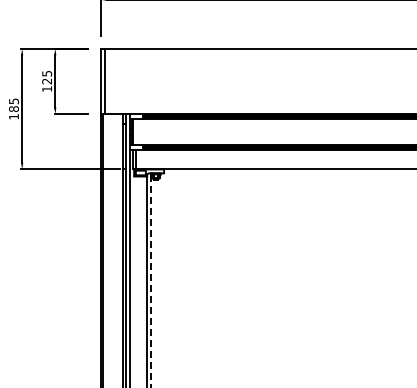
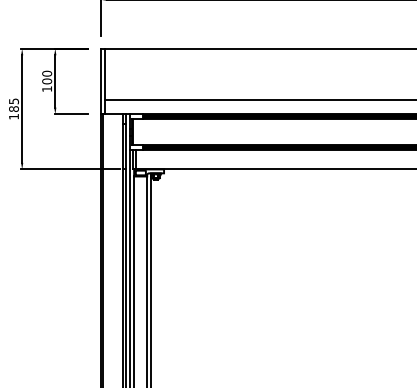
text at (47, 77): 125 -> 100
line at (258, 100): none -> present
line at (134, 280): none -> present
line at (151, 281): dashed -> solid
